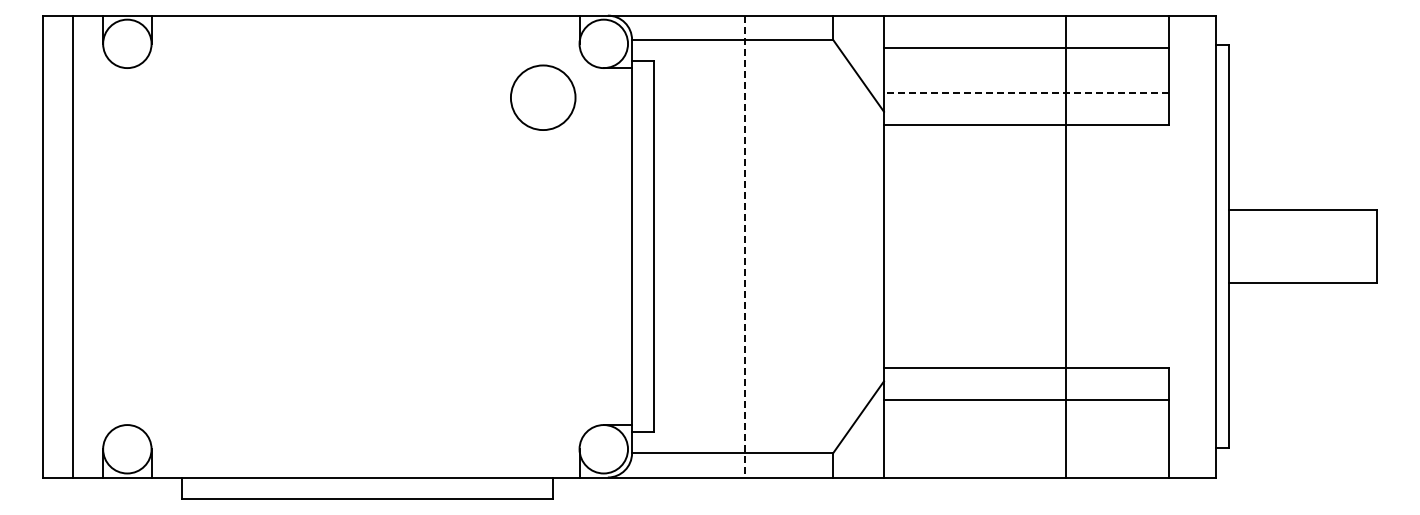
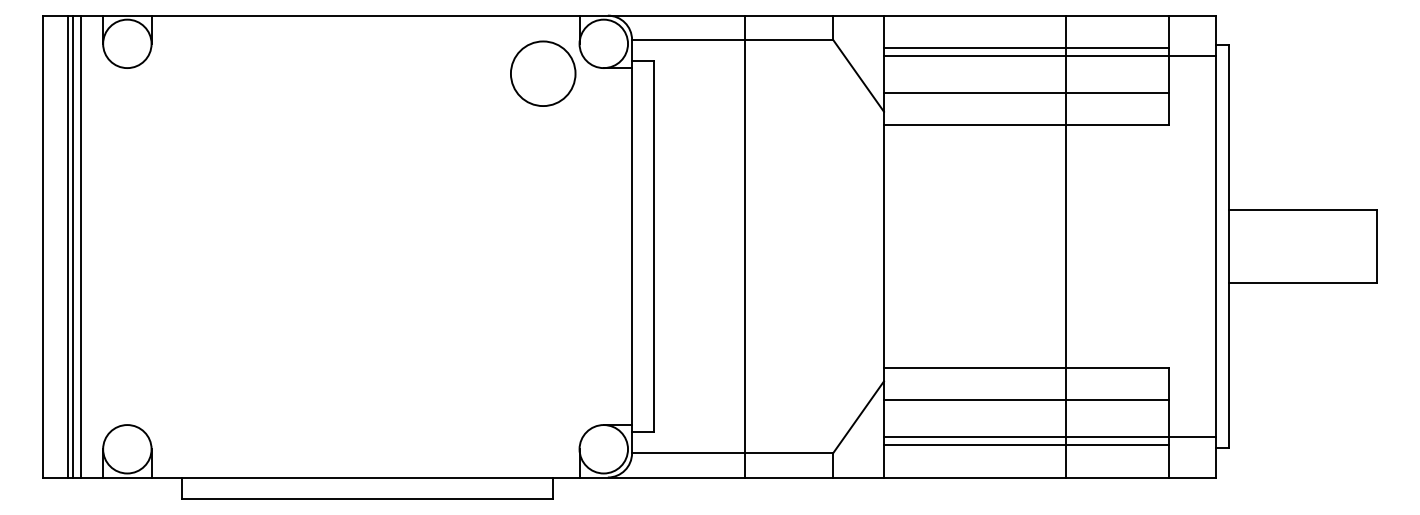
line at (1049, 56): none -> present
line at (1026, 93): dashed -> solid
circle at (543, 97) position: (543, 97) -> (543, 73)
line at (67, 246): none -> present
line at (80, 246): none -> present
line at (745, 246): dashed -> solid
line at (1049, 437): none -> present
line at (1026, 445): none -> present
